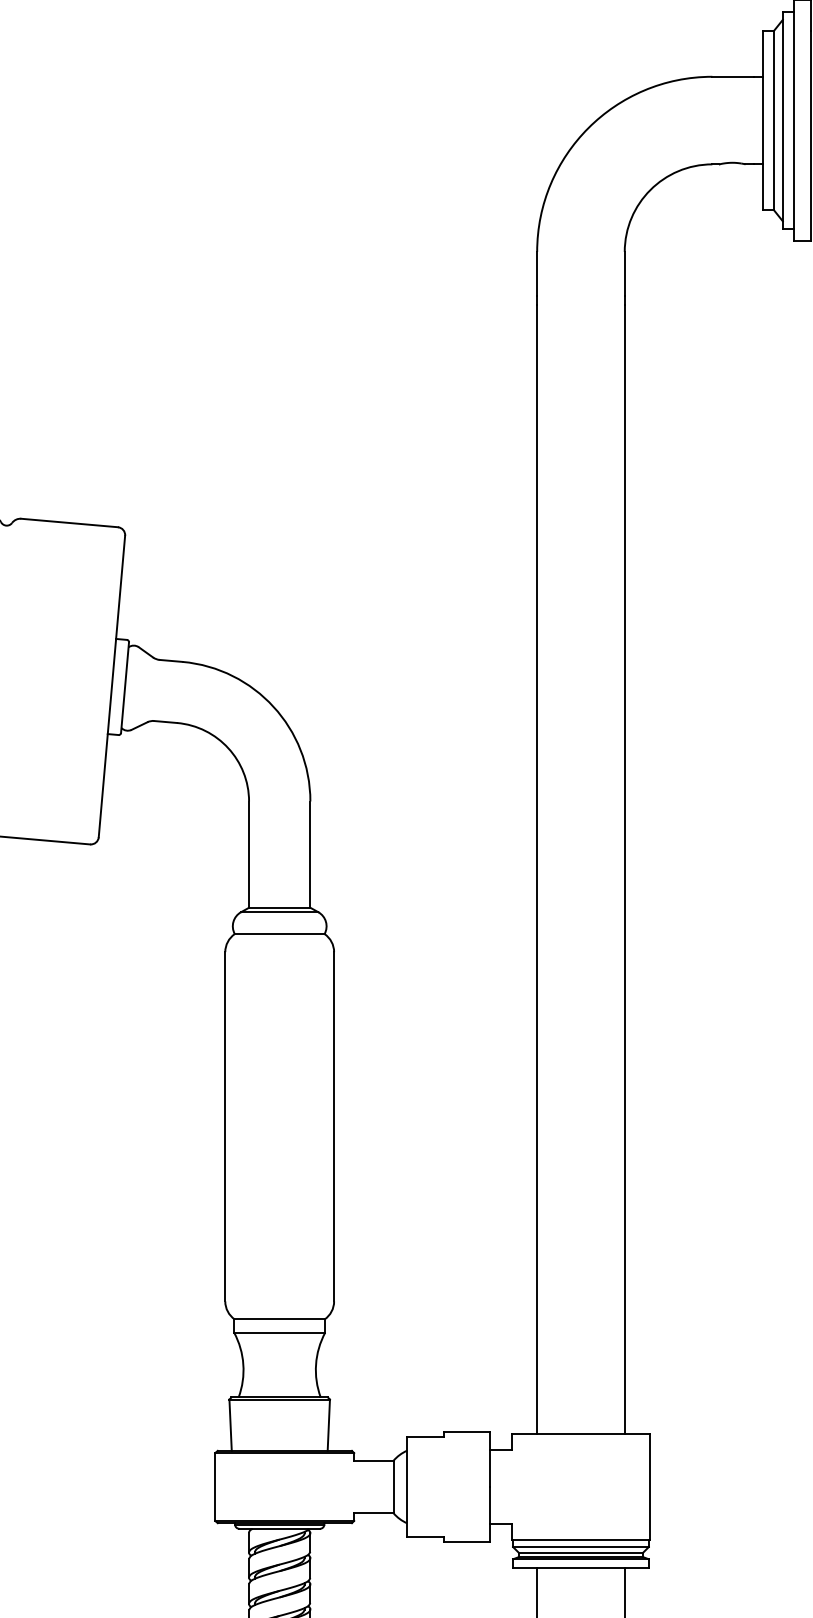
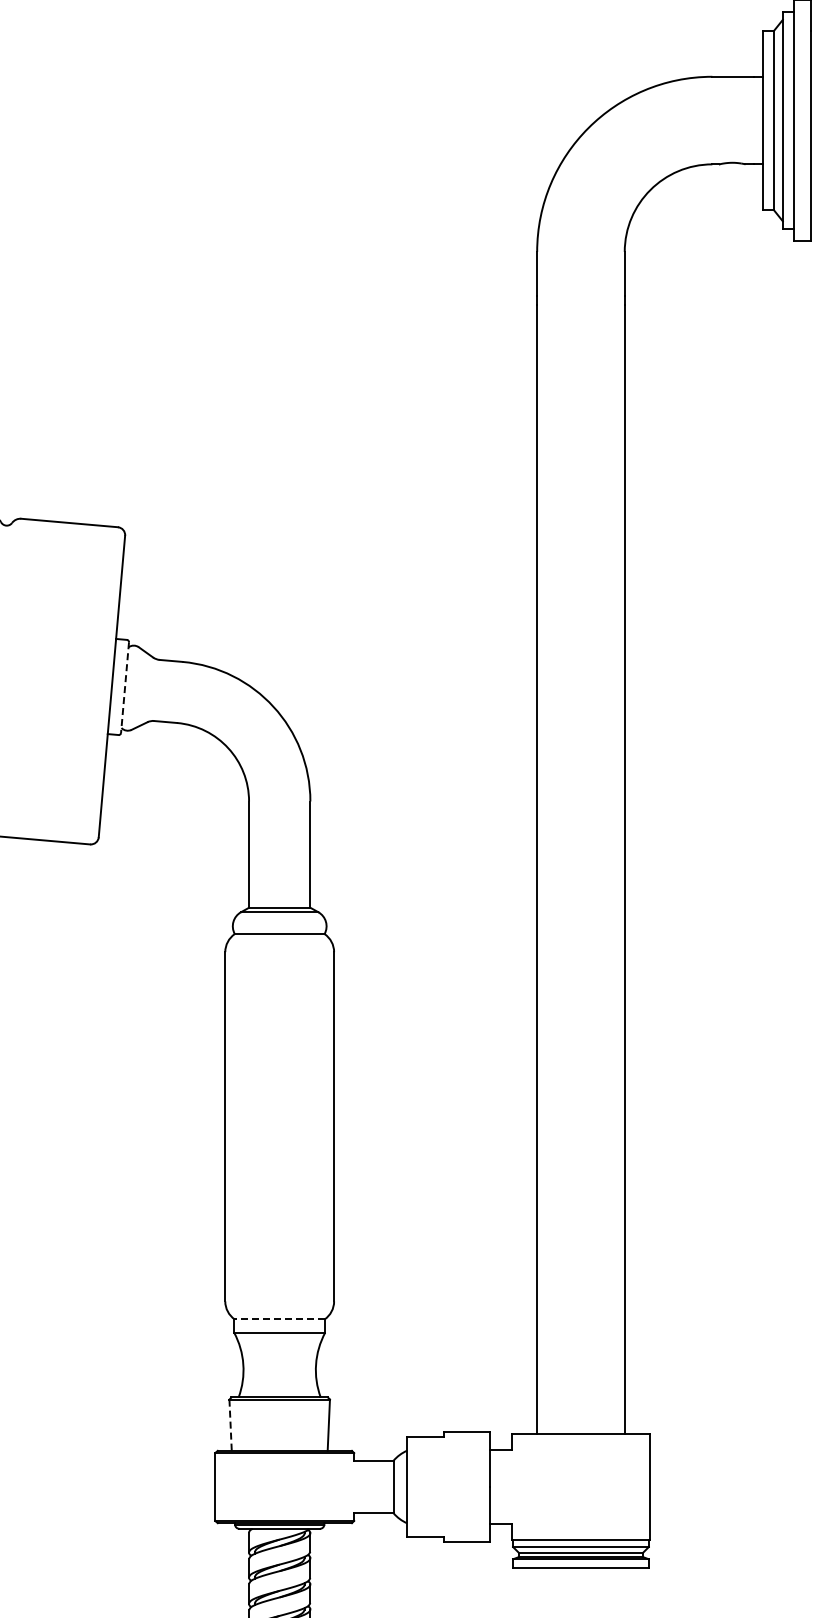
line at (125, 687): solid -> dashed
line at (279, 1319): solid -> dashed
line at (230, 1425): solid -> dashed
line at (537, 1591): present -> none
line at (624, 1591): present -> none
